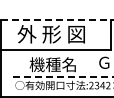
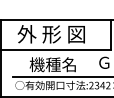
line at (57, 19): dashed -> solid
line at (64, 76): dashed -> solid
